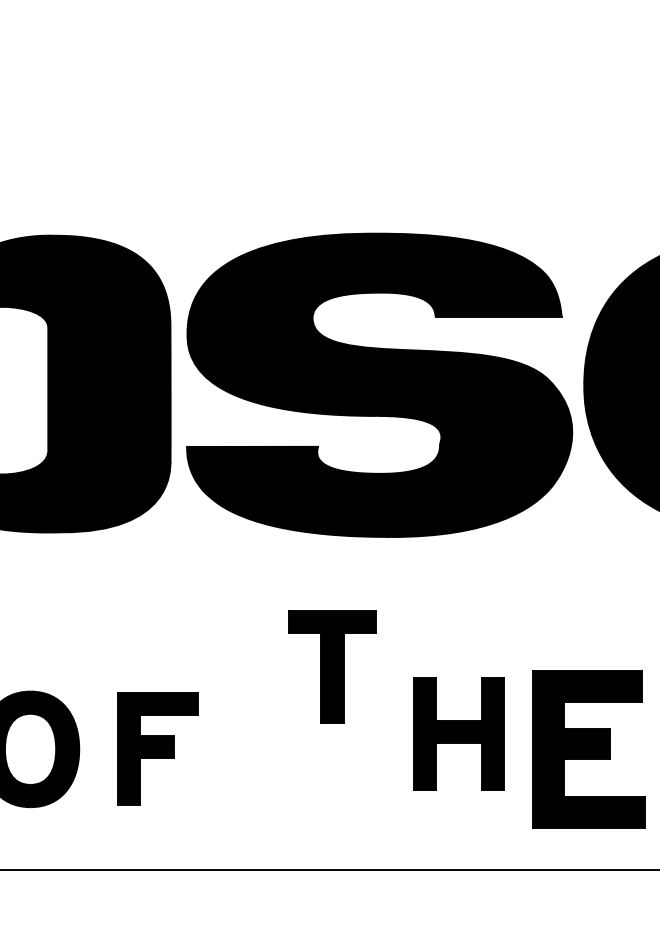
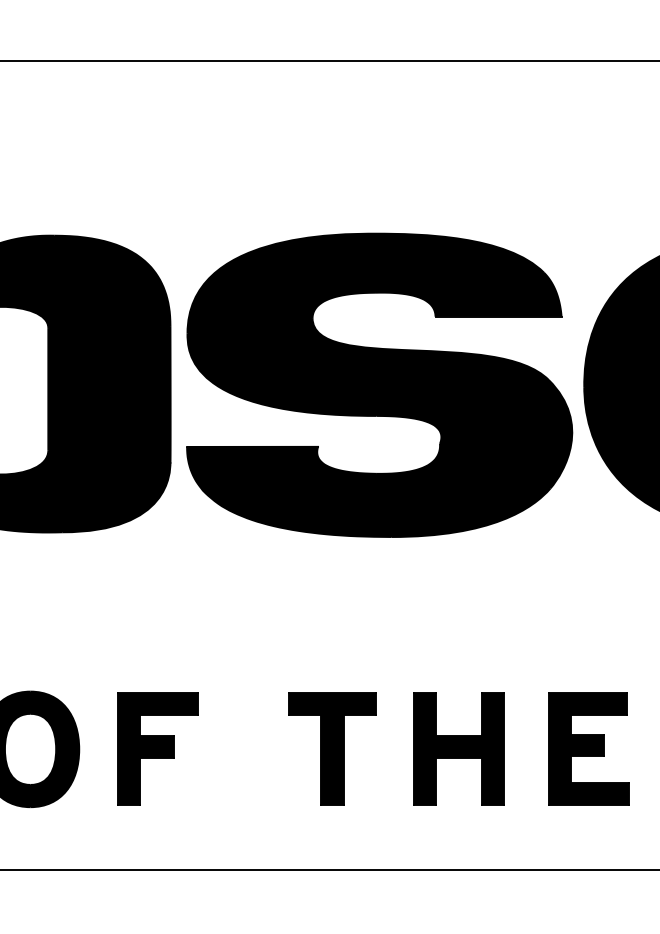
line at (329, 60): none -> present
part at (332, 666) position: (332, 666) -> (332, 748)
part at (458, 733) position: (458, 733) -> (458, 748)
part at (588, 749) size: 114x159 px -> 82x114 px
